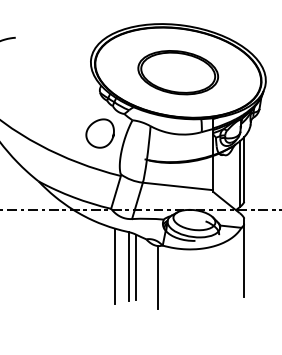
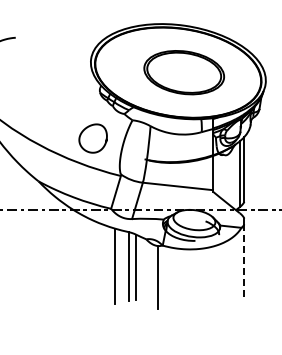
part at (177, 72) position: (177, 72) -> (183, 72)
curve at (93, 124) position: (93, 124) -> (86, 129)
line at (244, 261): solid -> dashed
